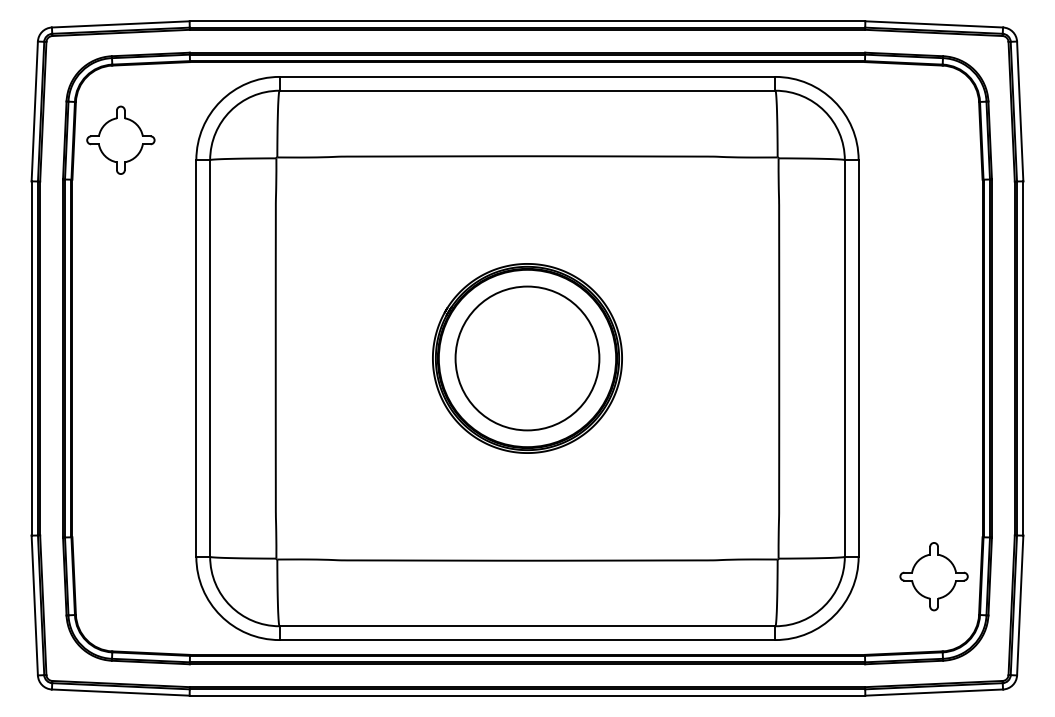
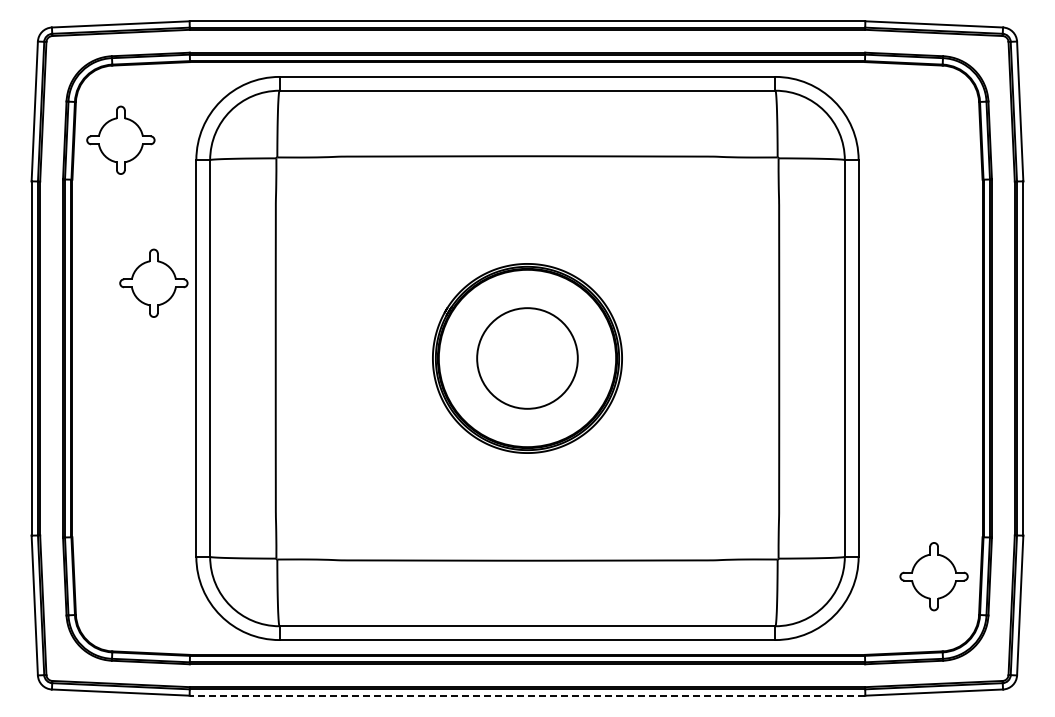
part at (153, 282): none -> present
circle at (527, 358) diameter: 144 px -> 101 px
line at (527, 695): solid -> dashed
